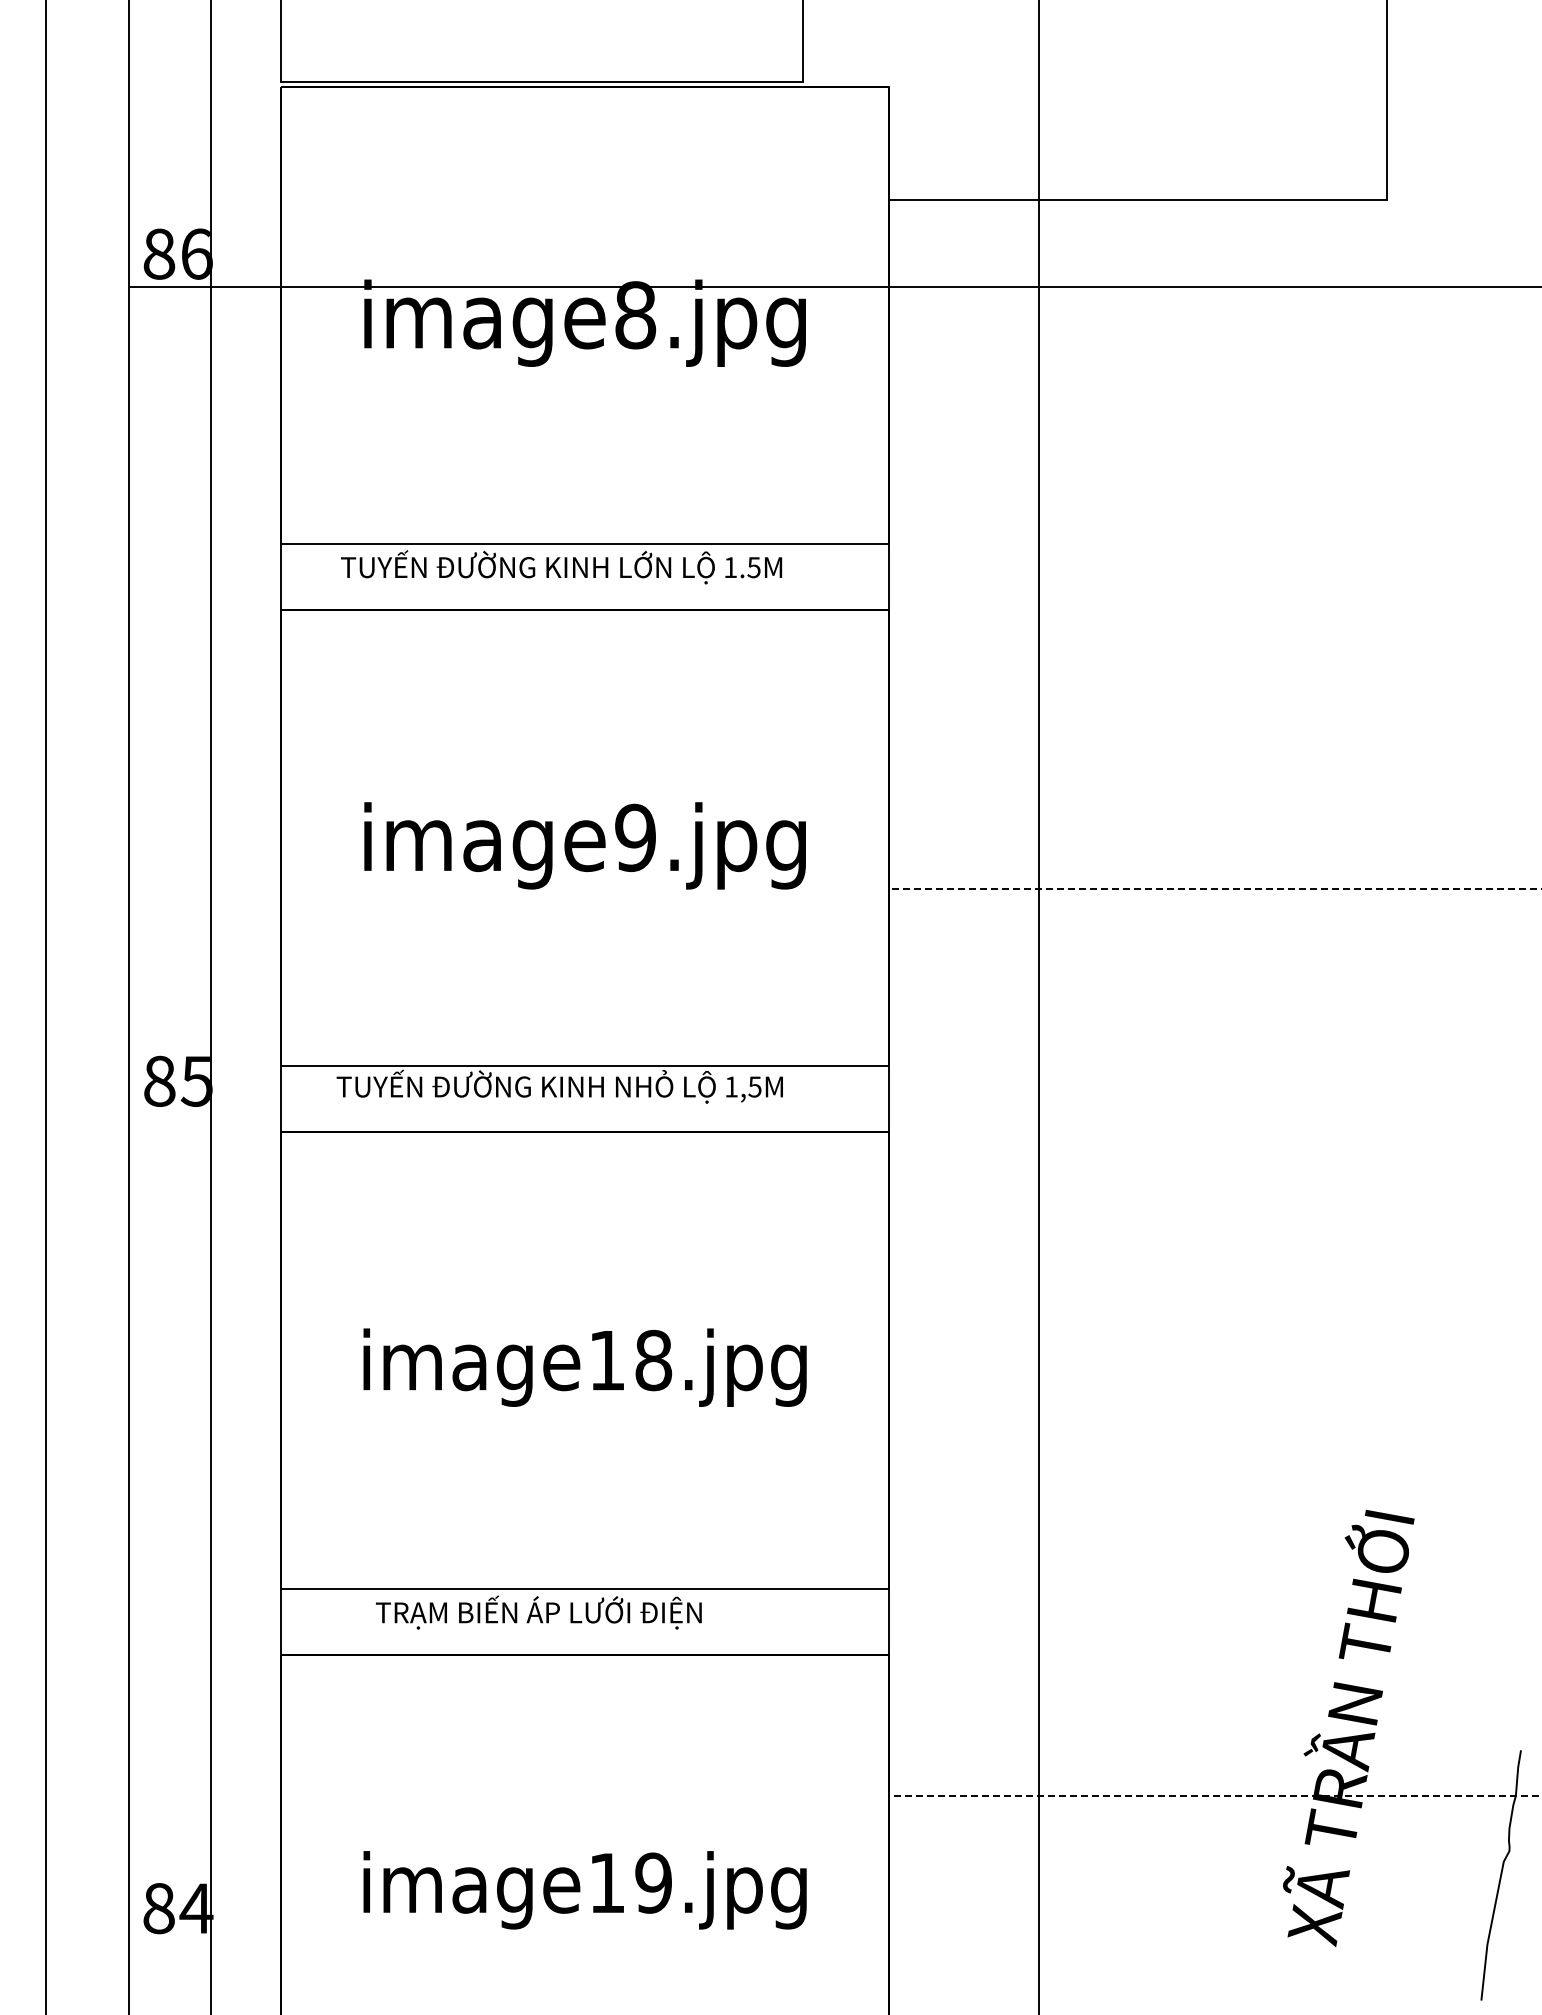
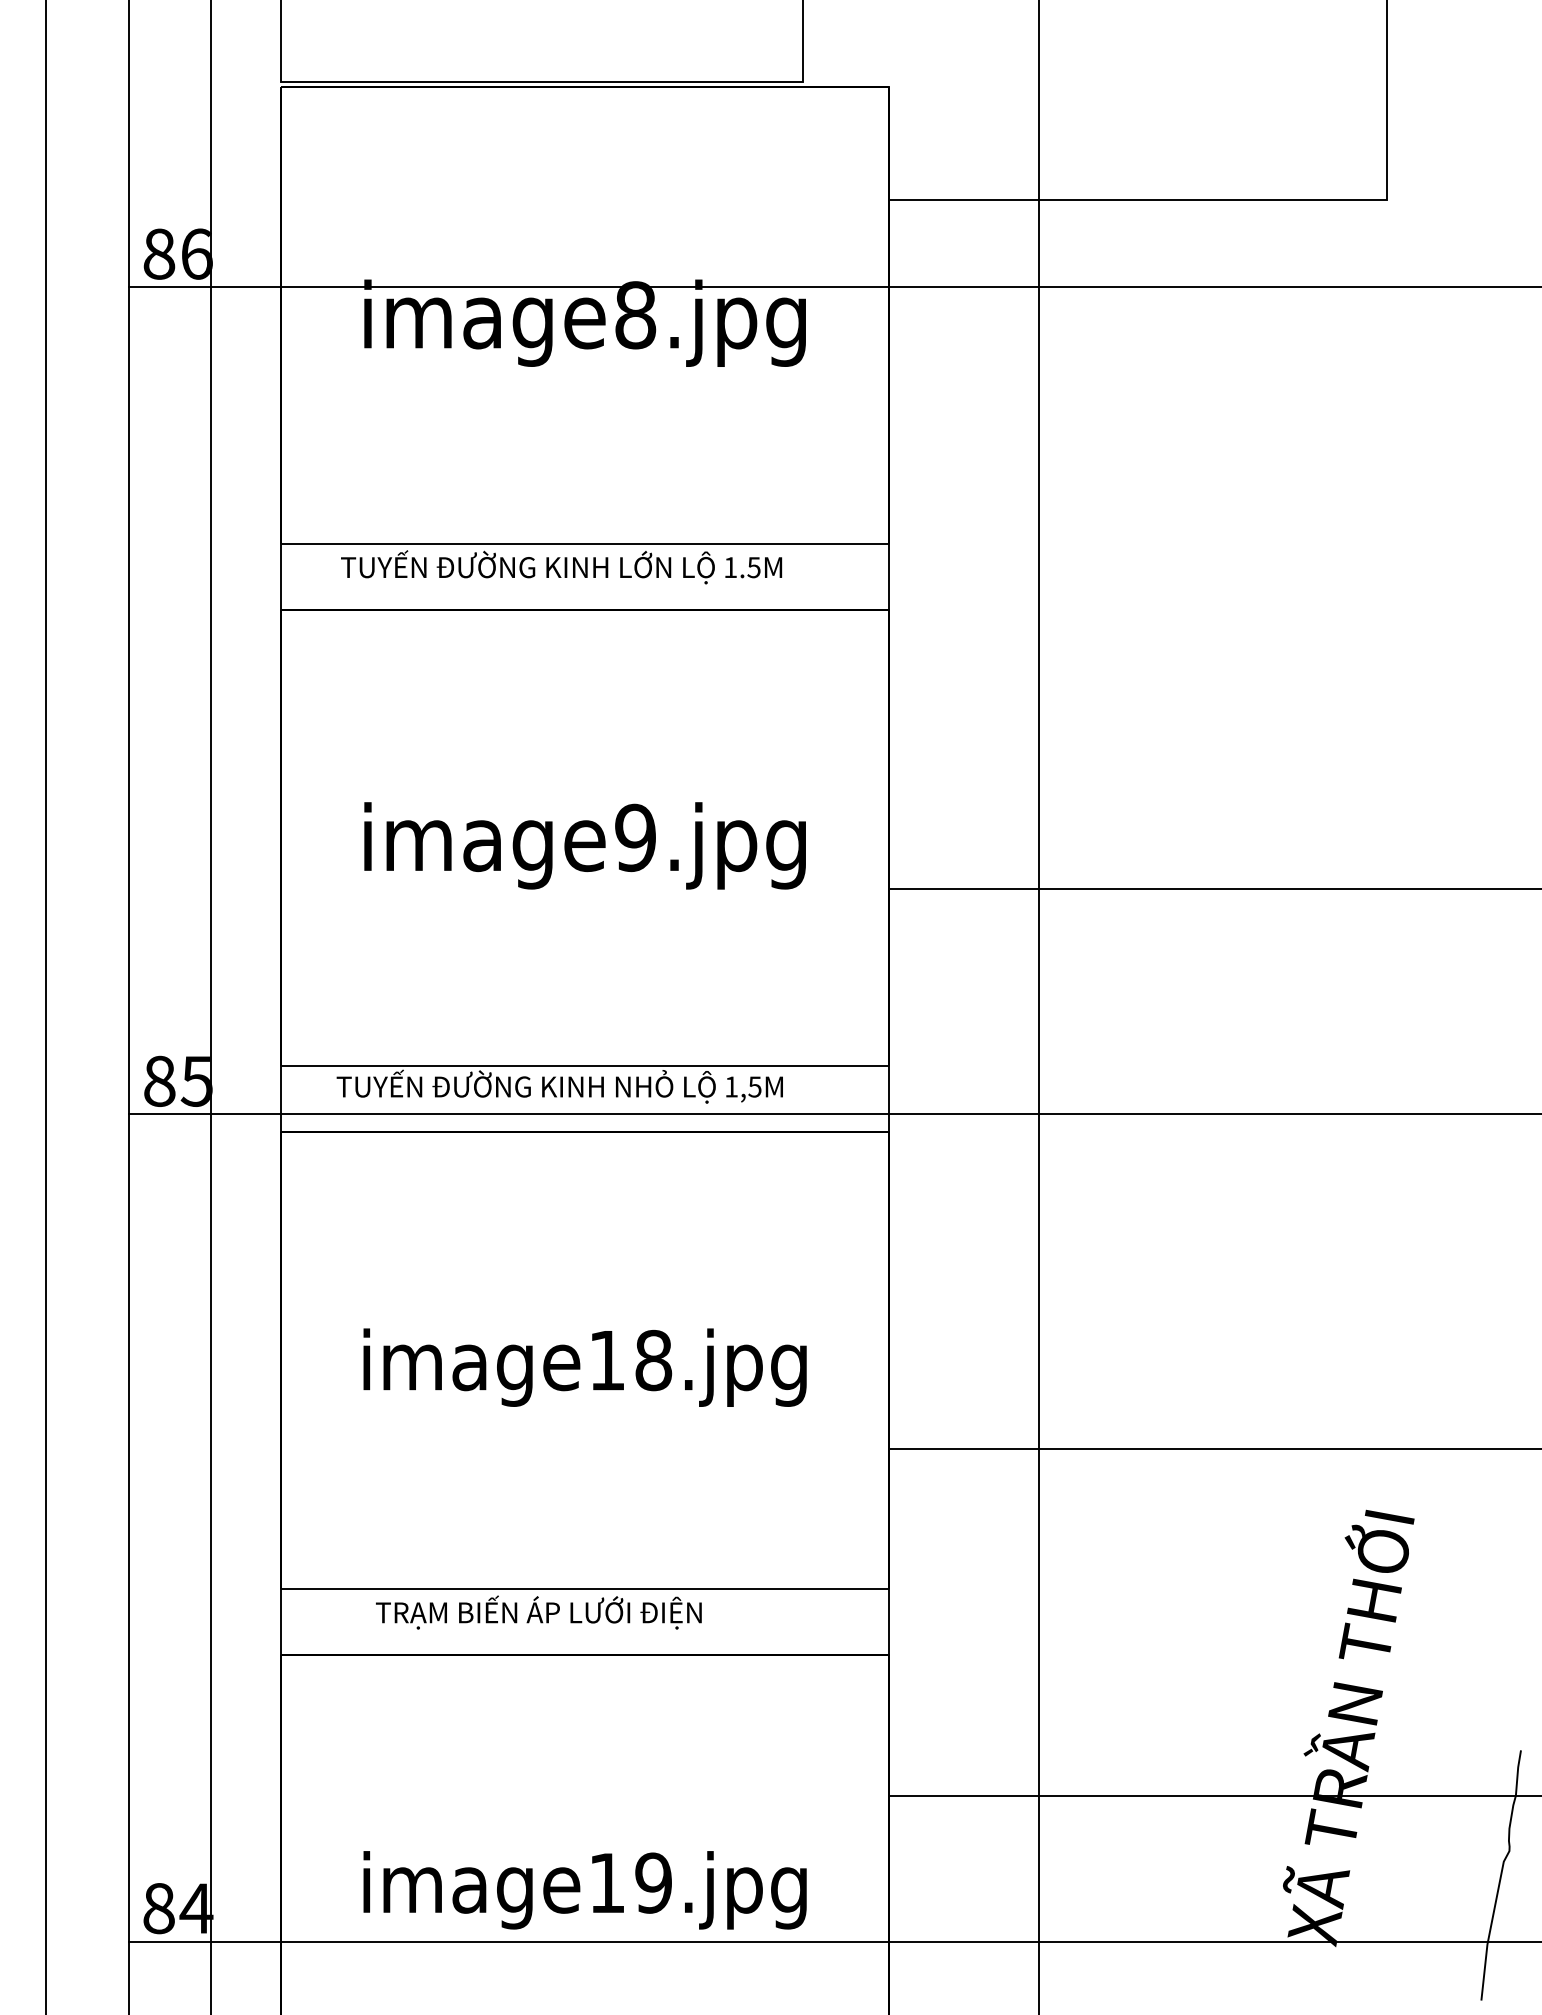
line at (1215, 888): dashed -> solid
line at (833, 1114): none -> present
line at (1213, 1449): none -> present
line at (1215, 1796): dashed -> solid
line at (833, 1941): none -> present
